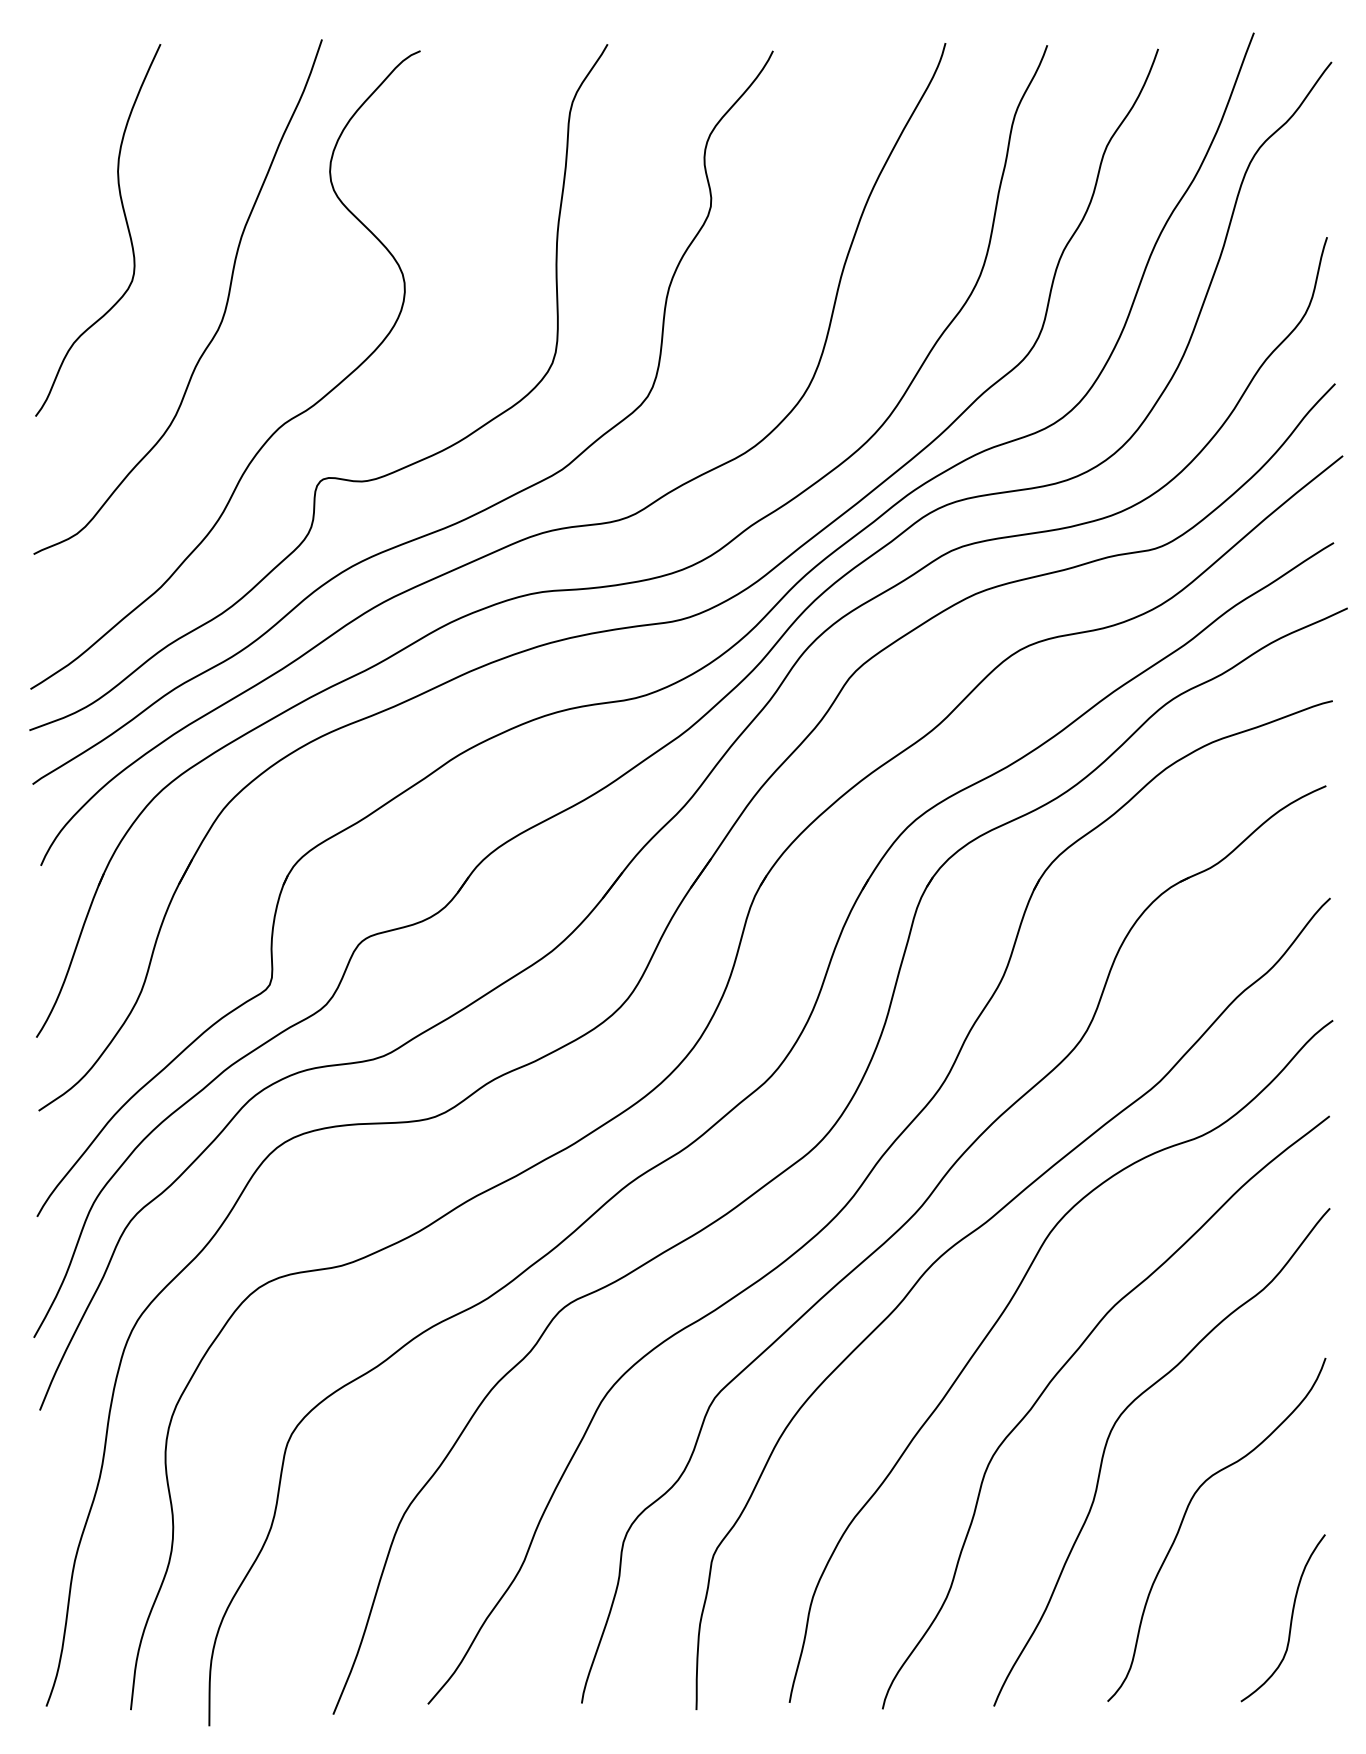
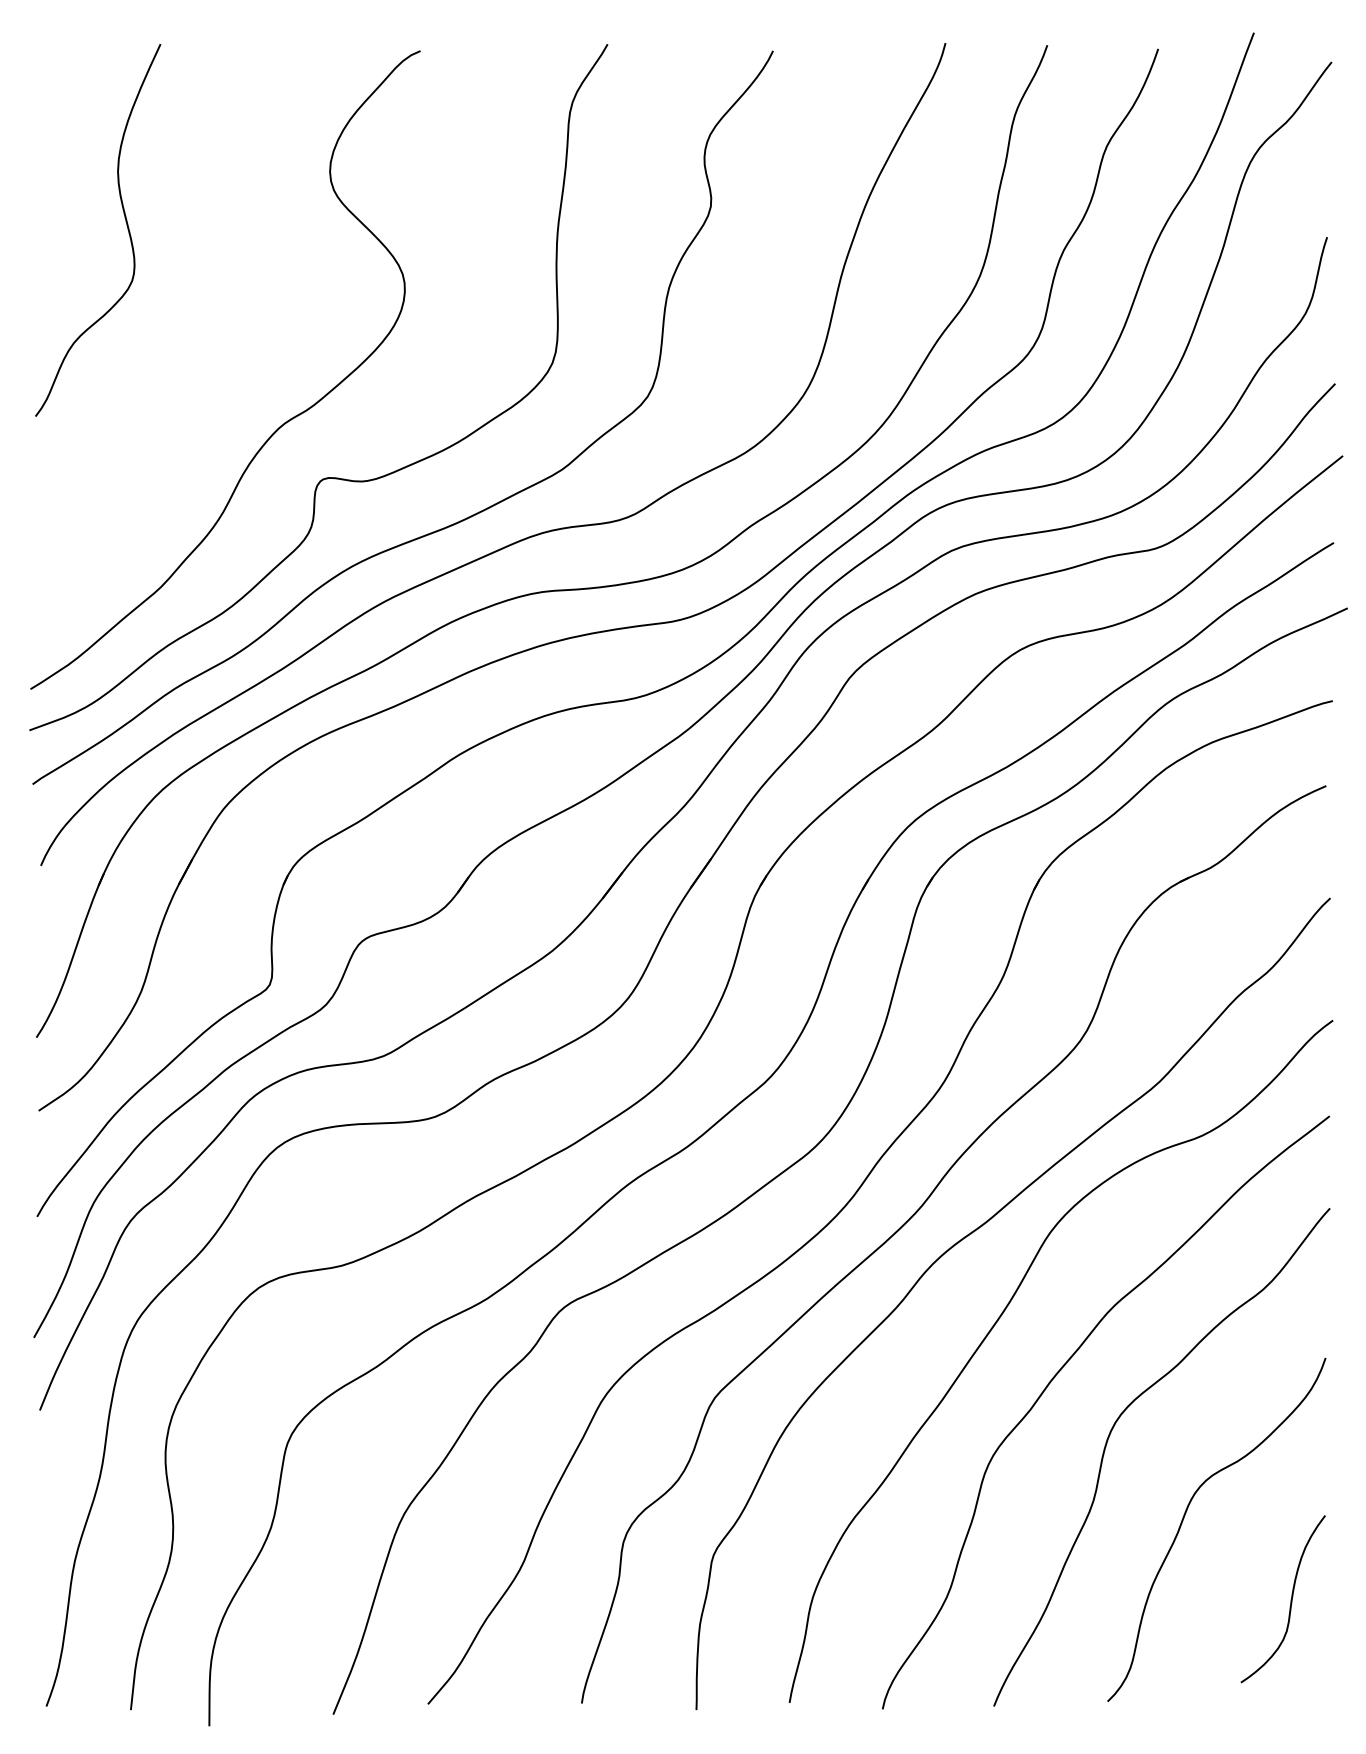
curve at (225, 304): present -> none
curve at (1290, 1618) position: (1290, 1618) -> (1290, 1599)
